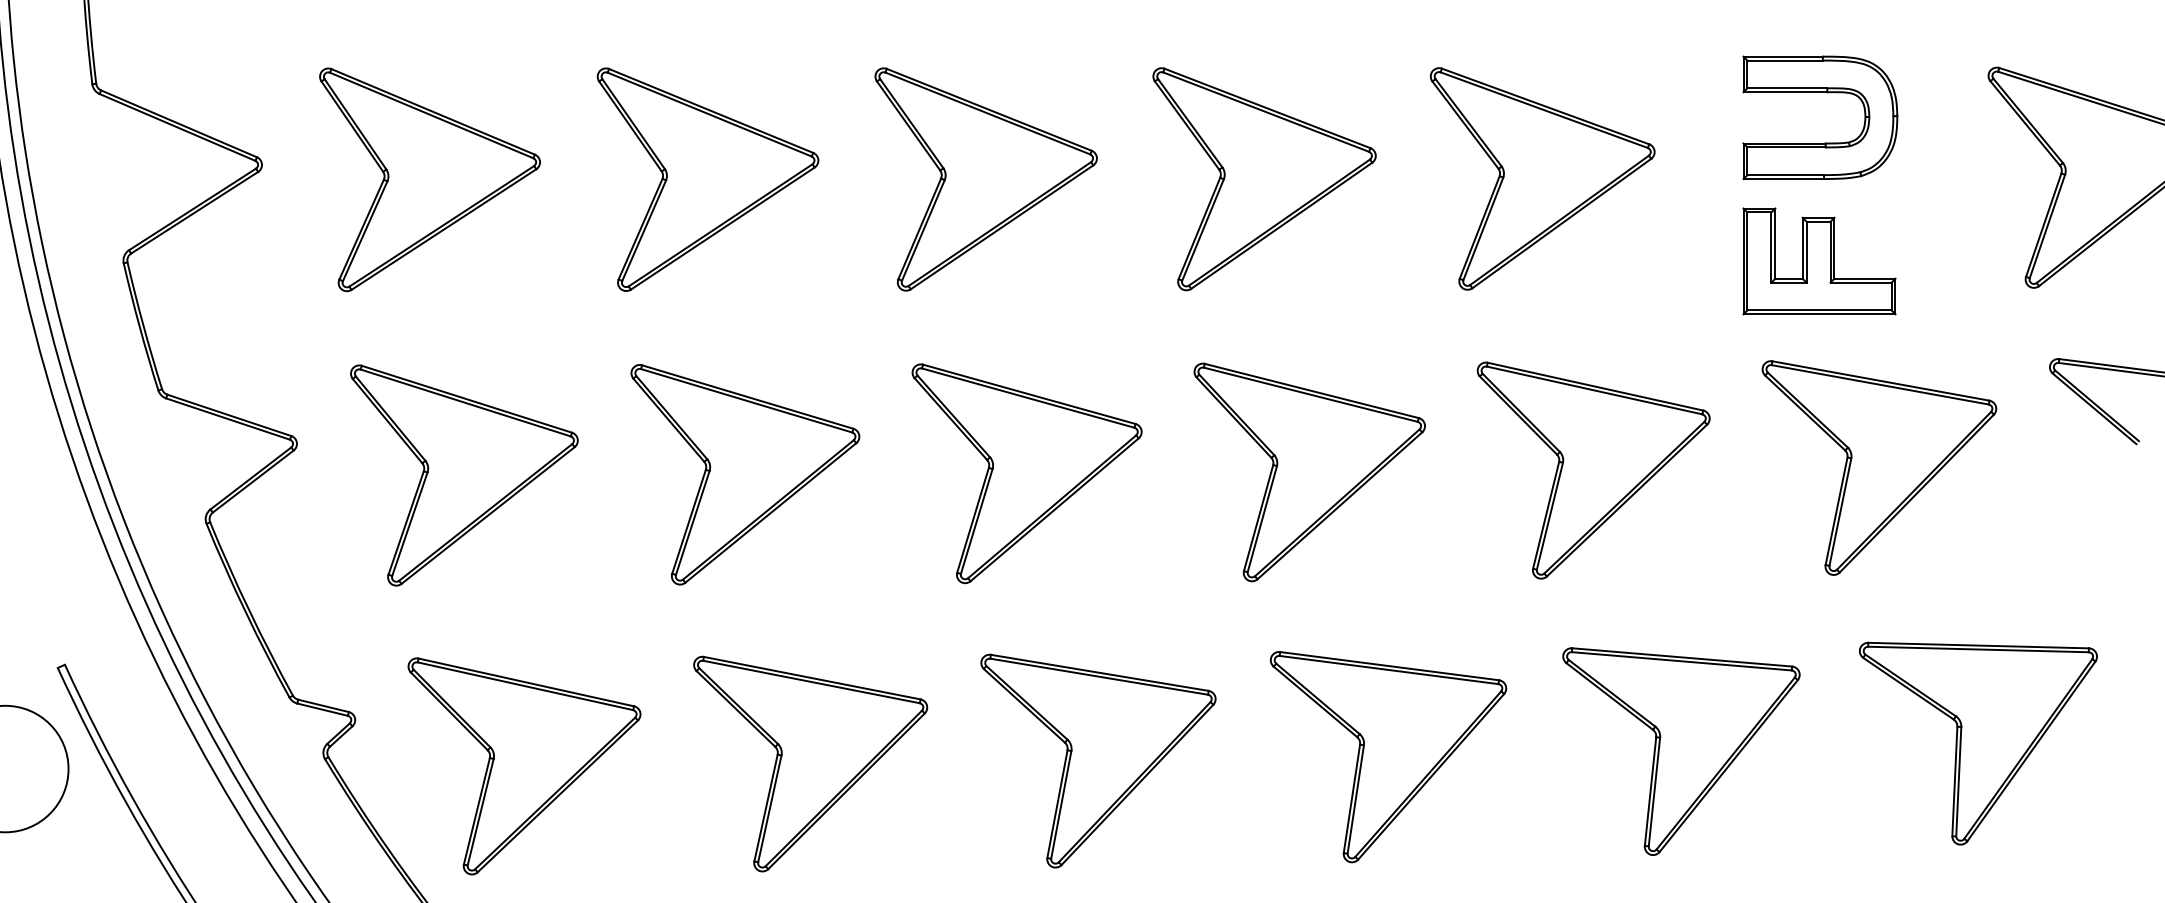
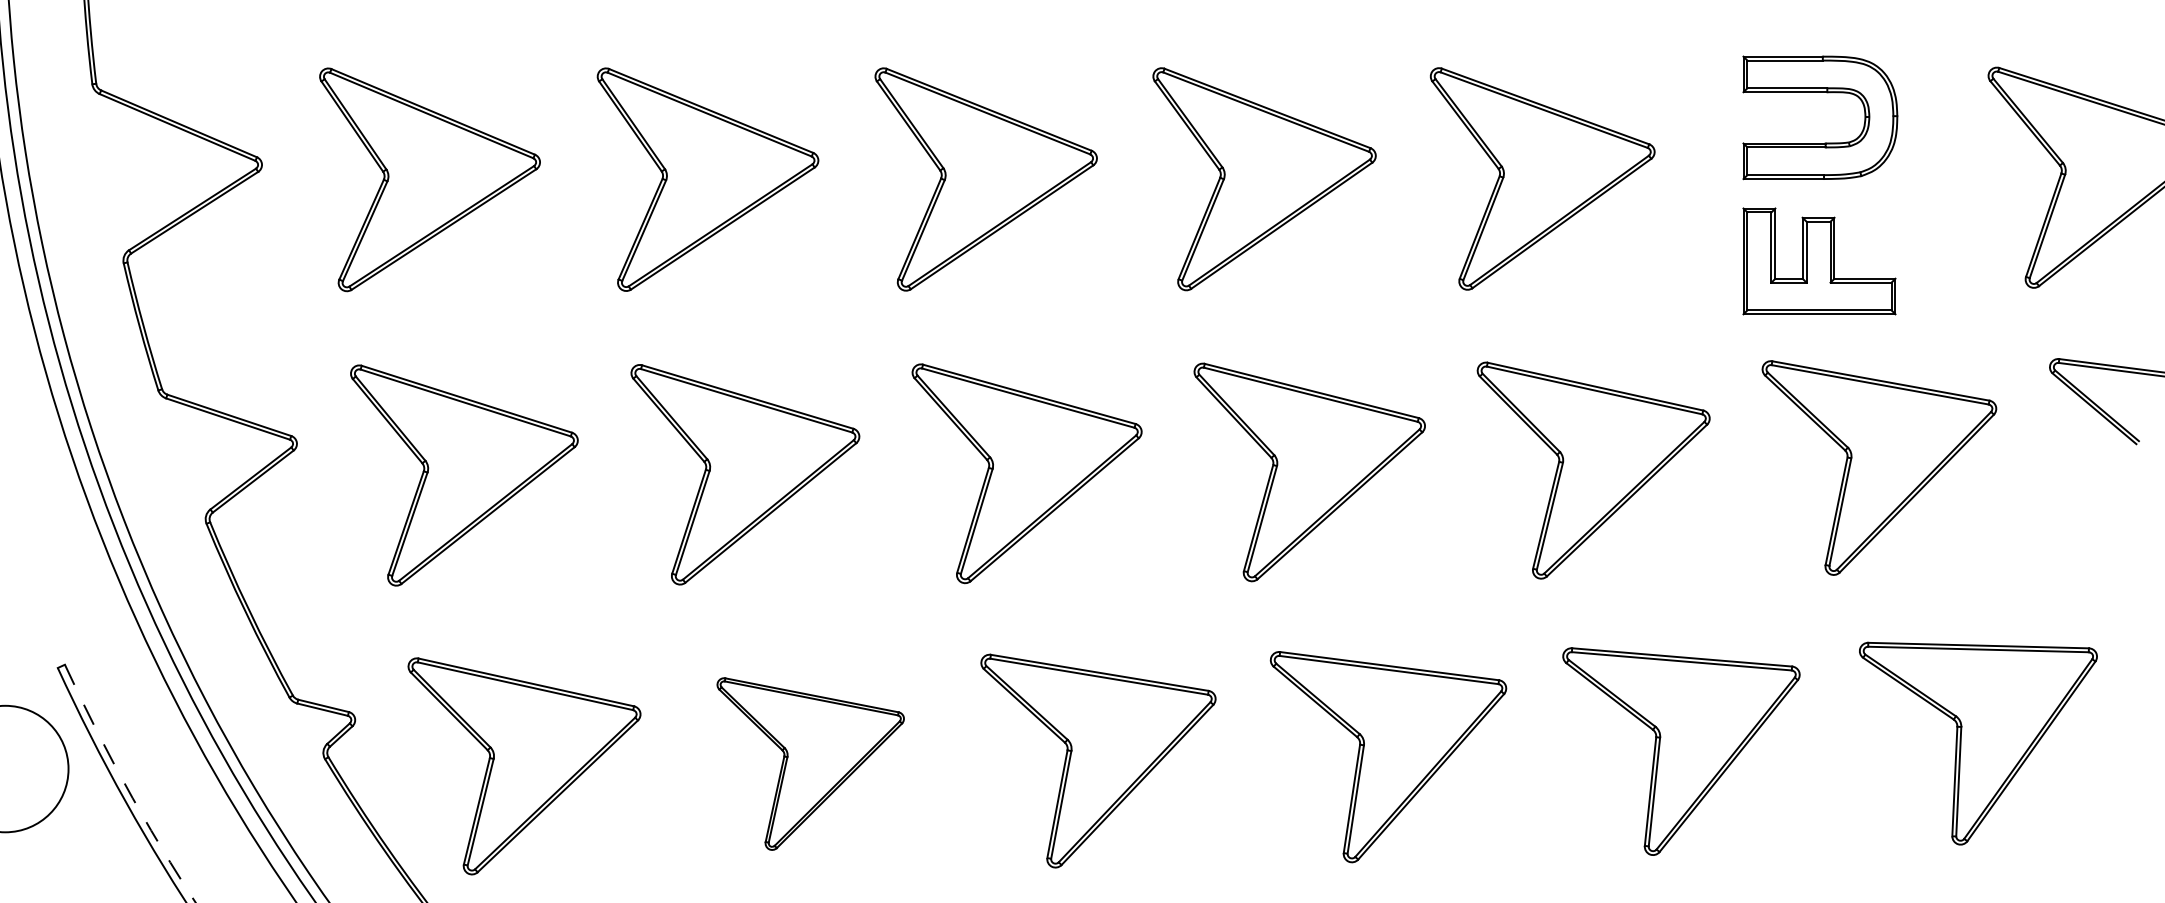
part at (810, 763) size: 236x218 px -> 189x174 px
arc at (126, 786): solid -> dashed
